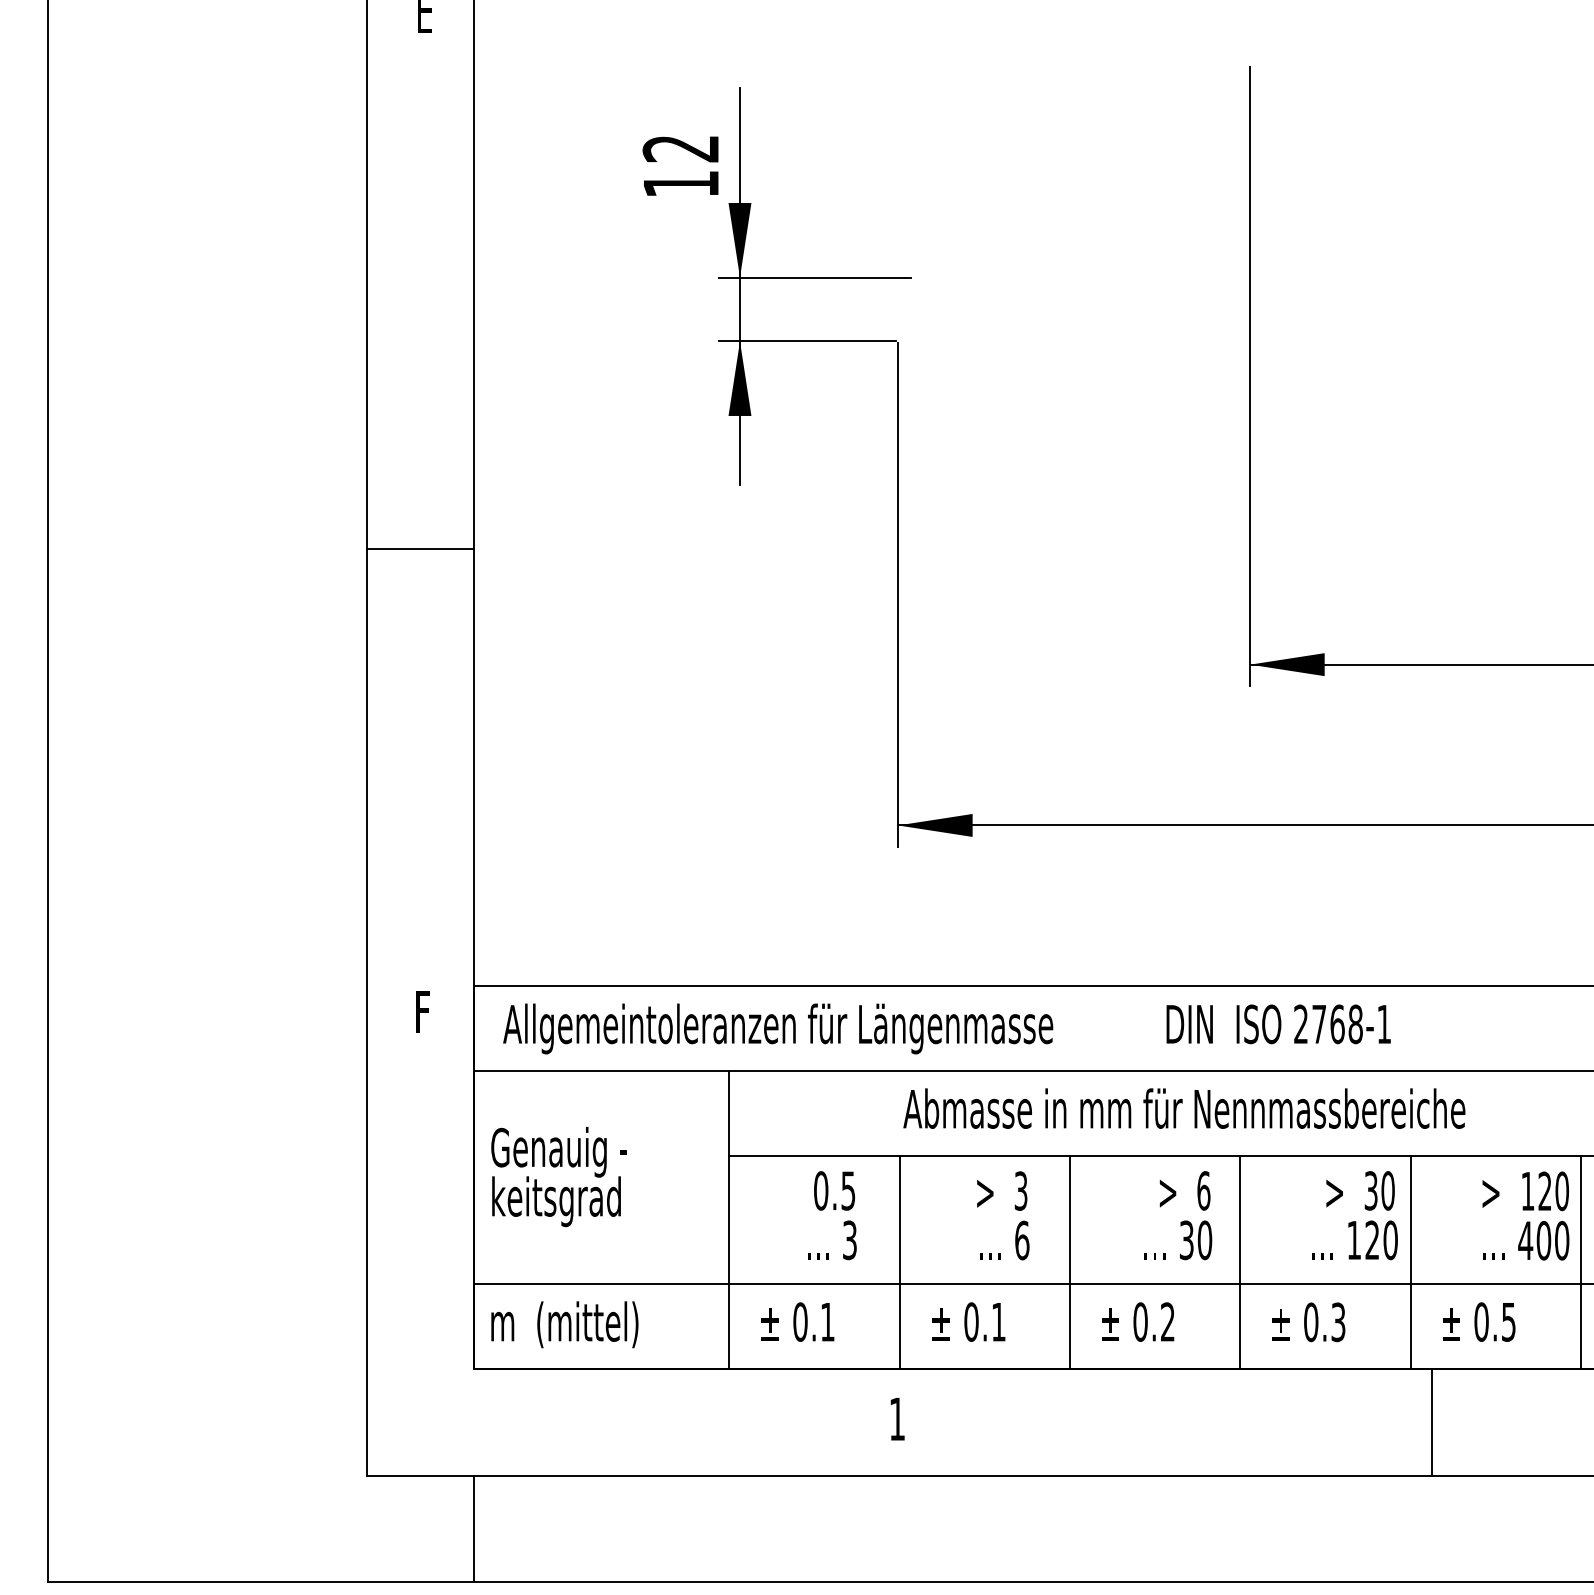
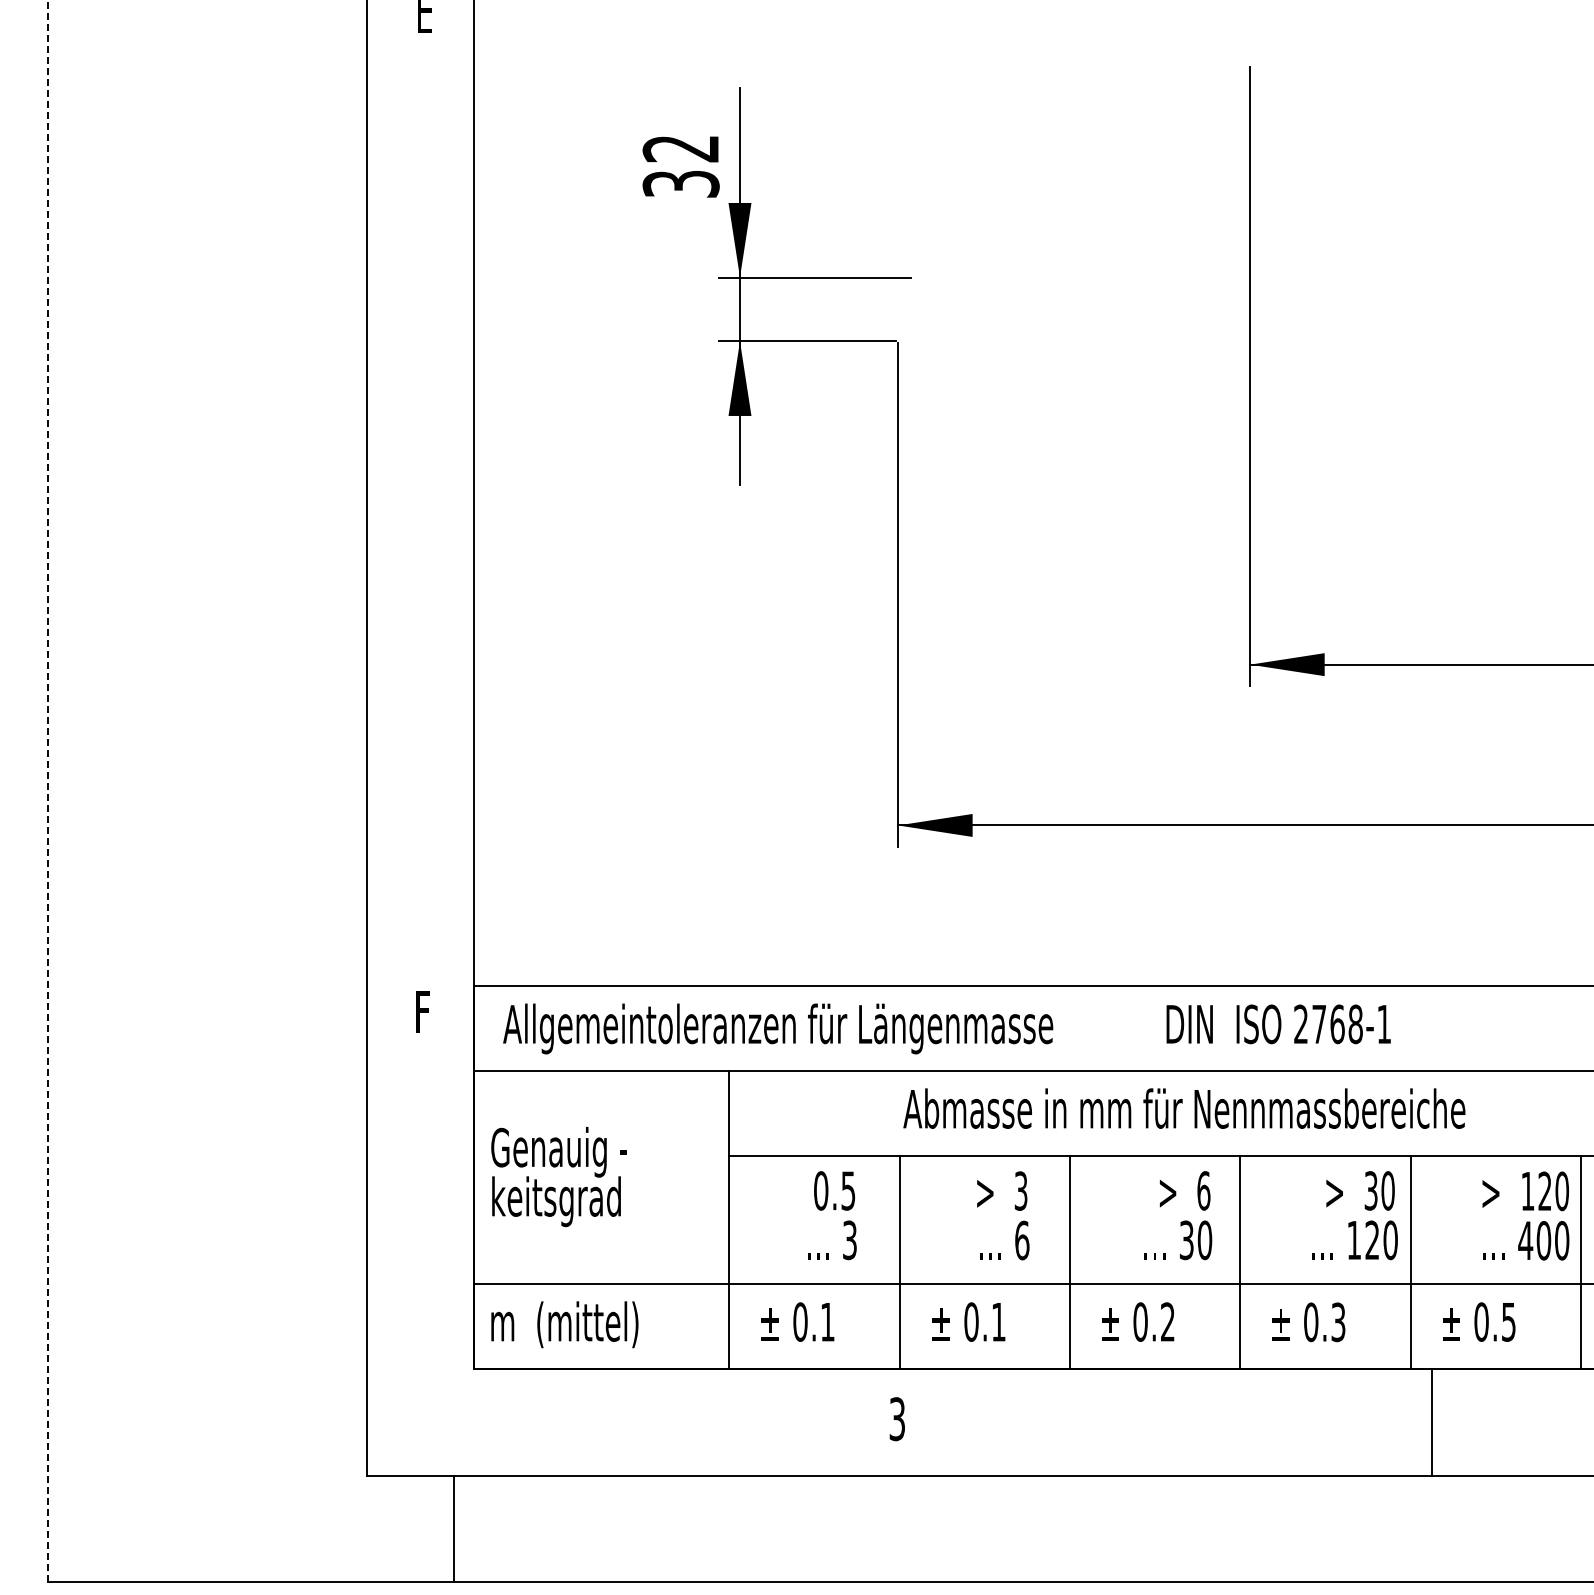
text at (680, 184): 12 -> 32
line at (420, 549): present -> none
line at (47, 791): solid -> dashed
text at (896, 1419): 1 -> 3
line at (473, 1528) position: (473, 1528) -> (453, 1528)
